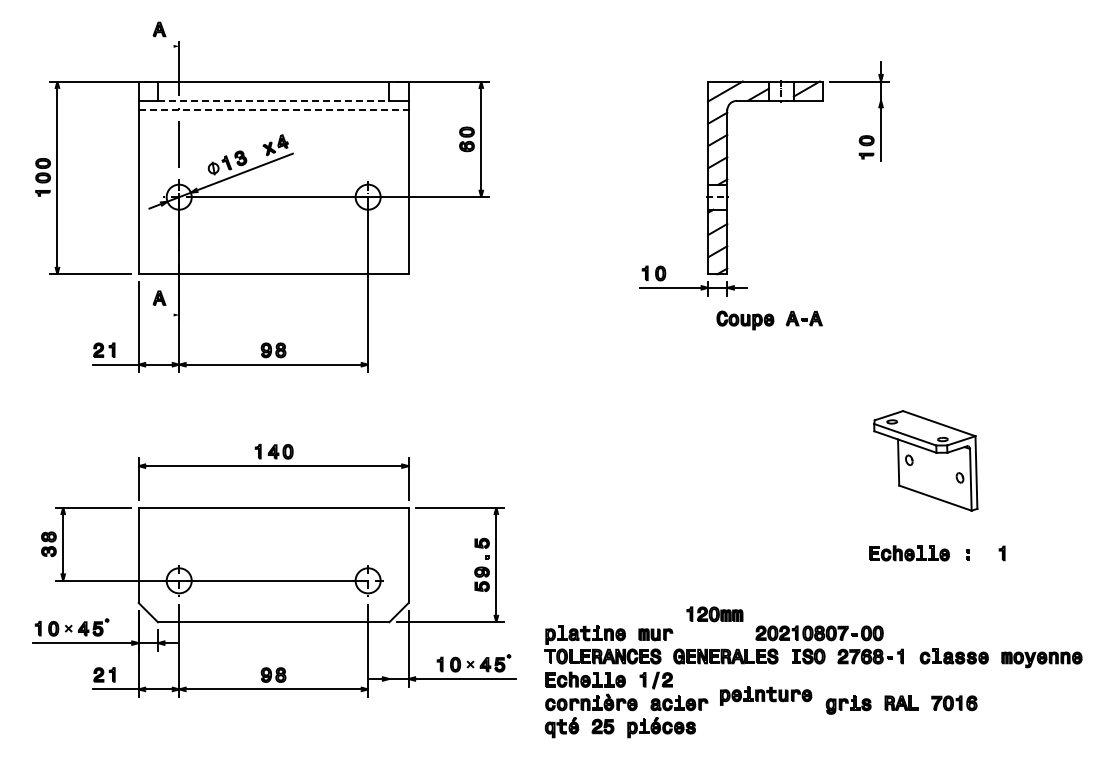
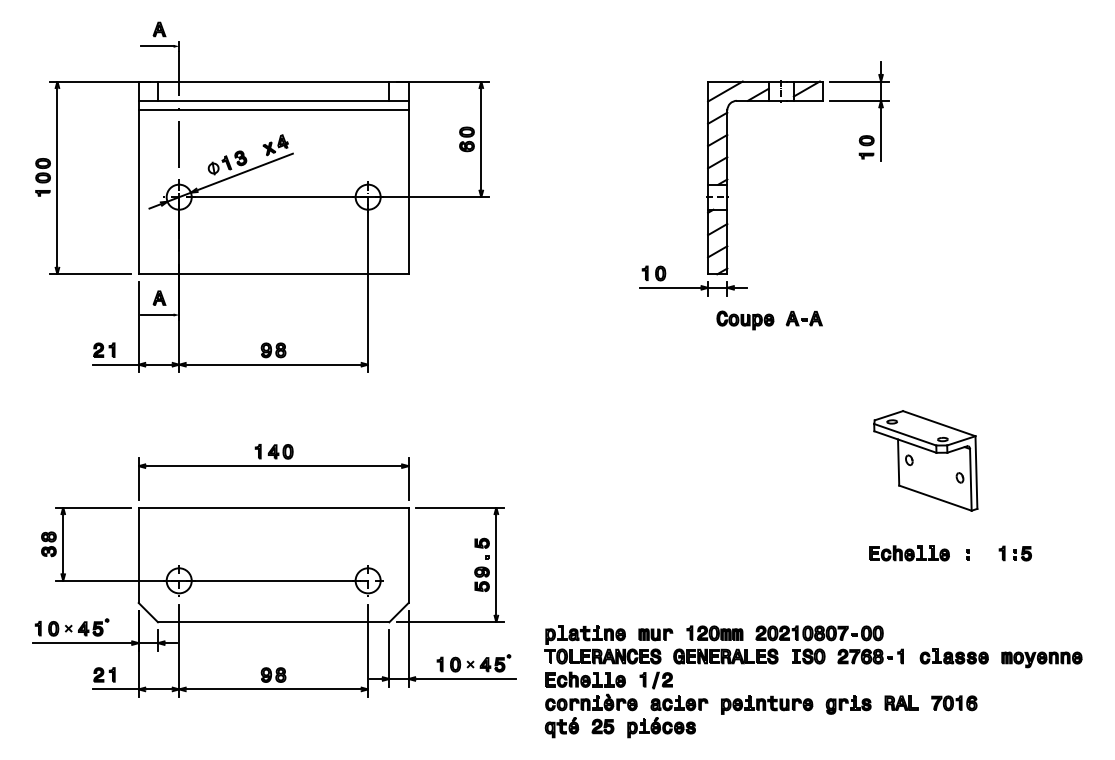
line at (156, 46): none -> present
line at (273, 100): dashed -> solid
line at (859, 100): none -> present
line at (273, 110): dashed -> solid
line at (156, 315): none -> present
part at (1022, 553): none -> present
part at (714, 614) position: (714, 614) -> (714, 633)
line at (389, 657): none -> present
part at (766, 695) position: (766, 695) -> (767, 704)
